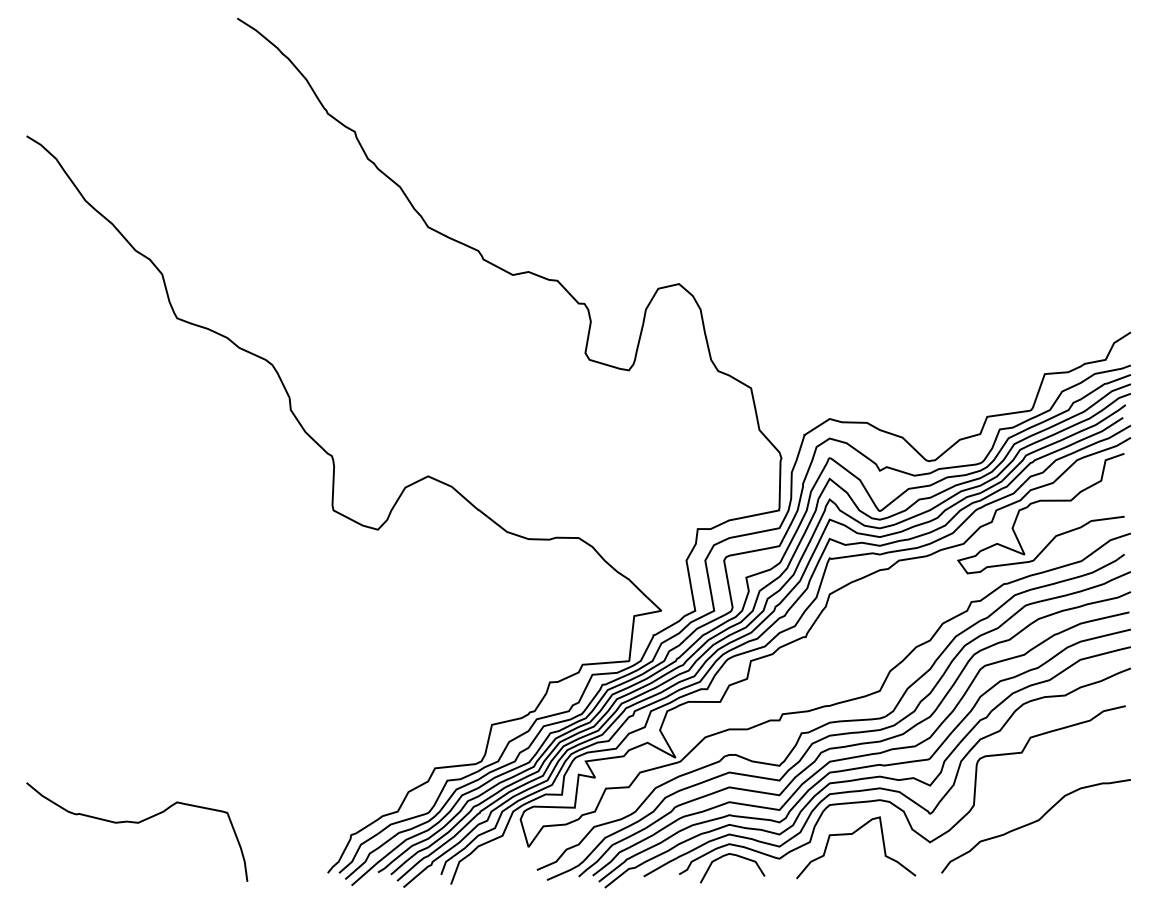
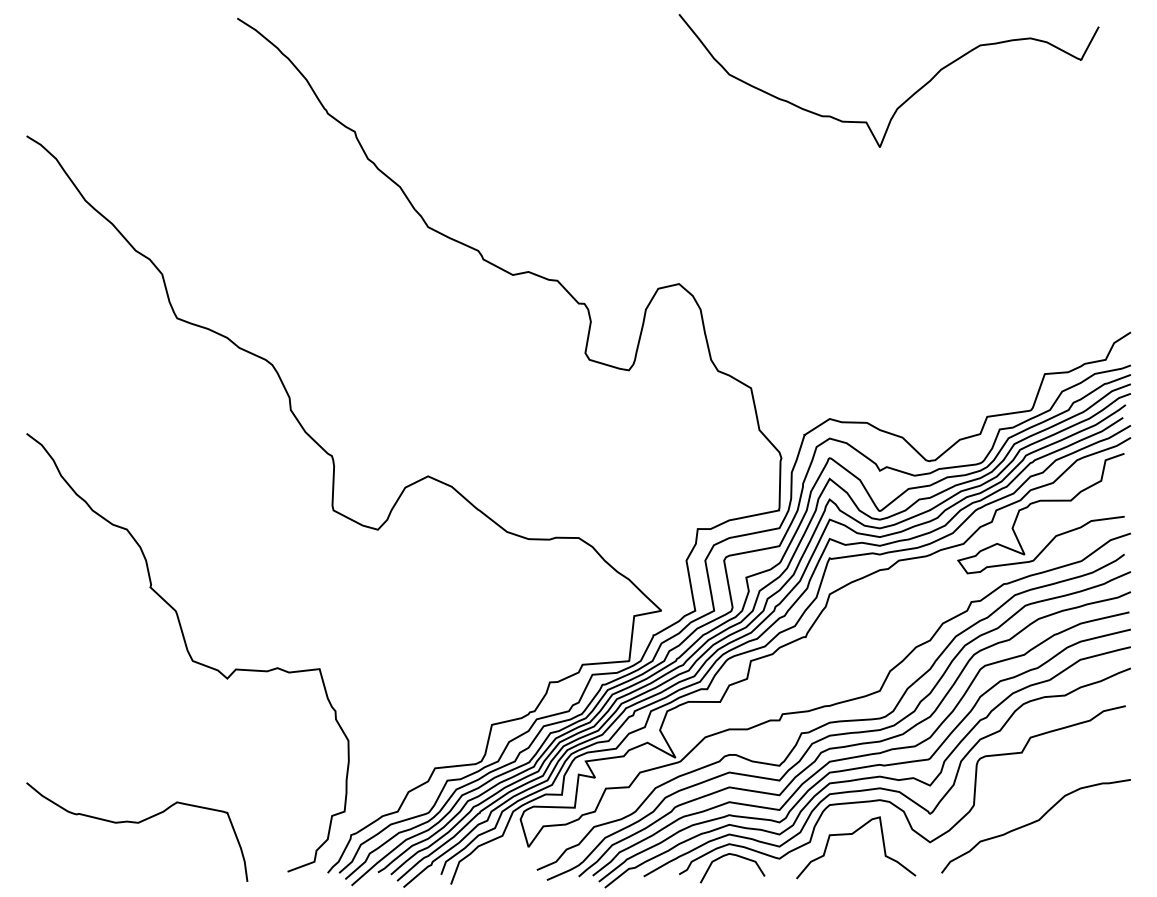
curve at (907, 98): none -> present
curve at (187, 652): none -> present
